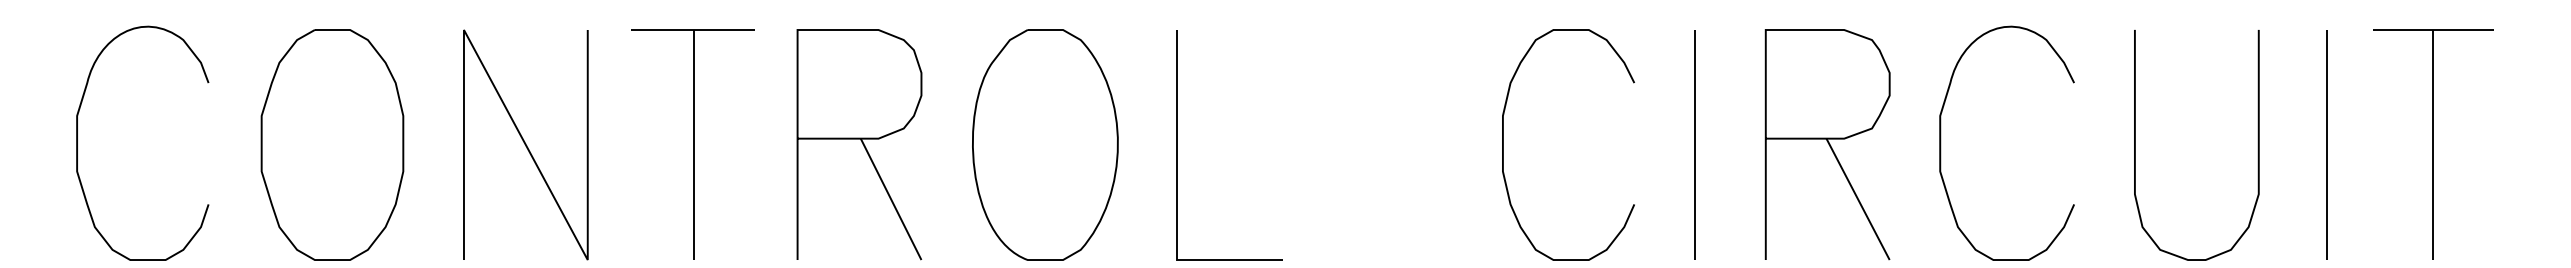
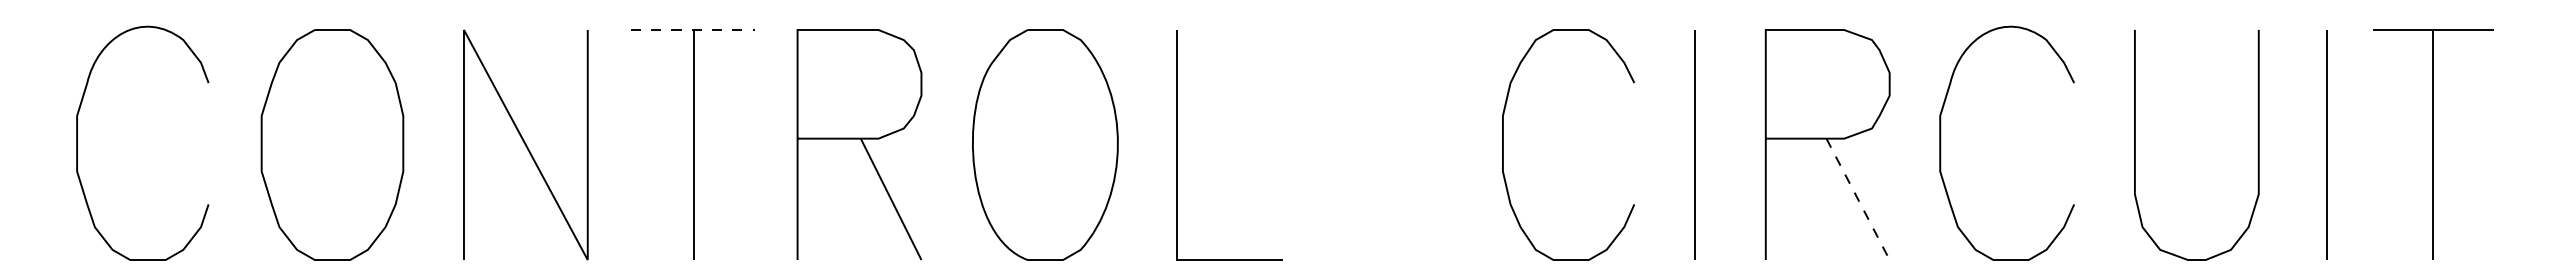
line at (692, 30): solid -> dashed
line at (1858, 199): solid -> dashed
